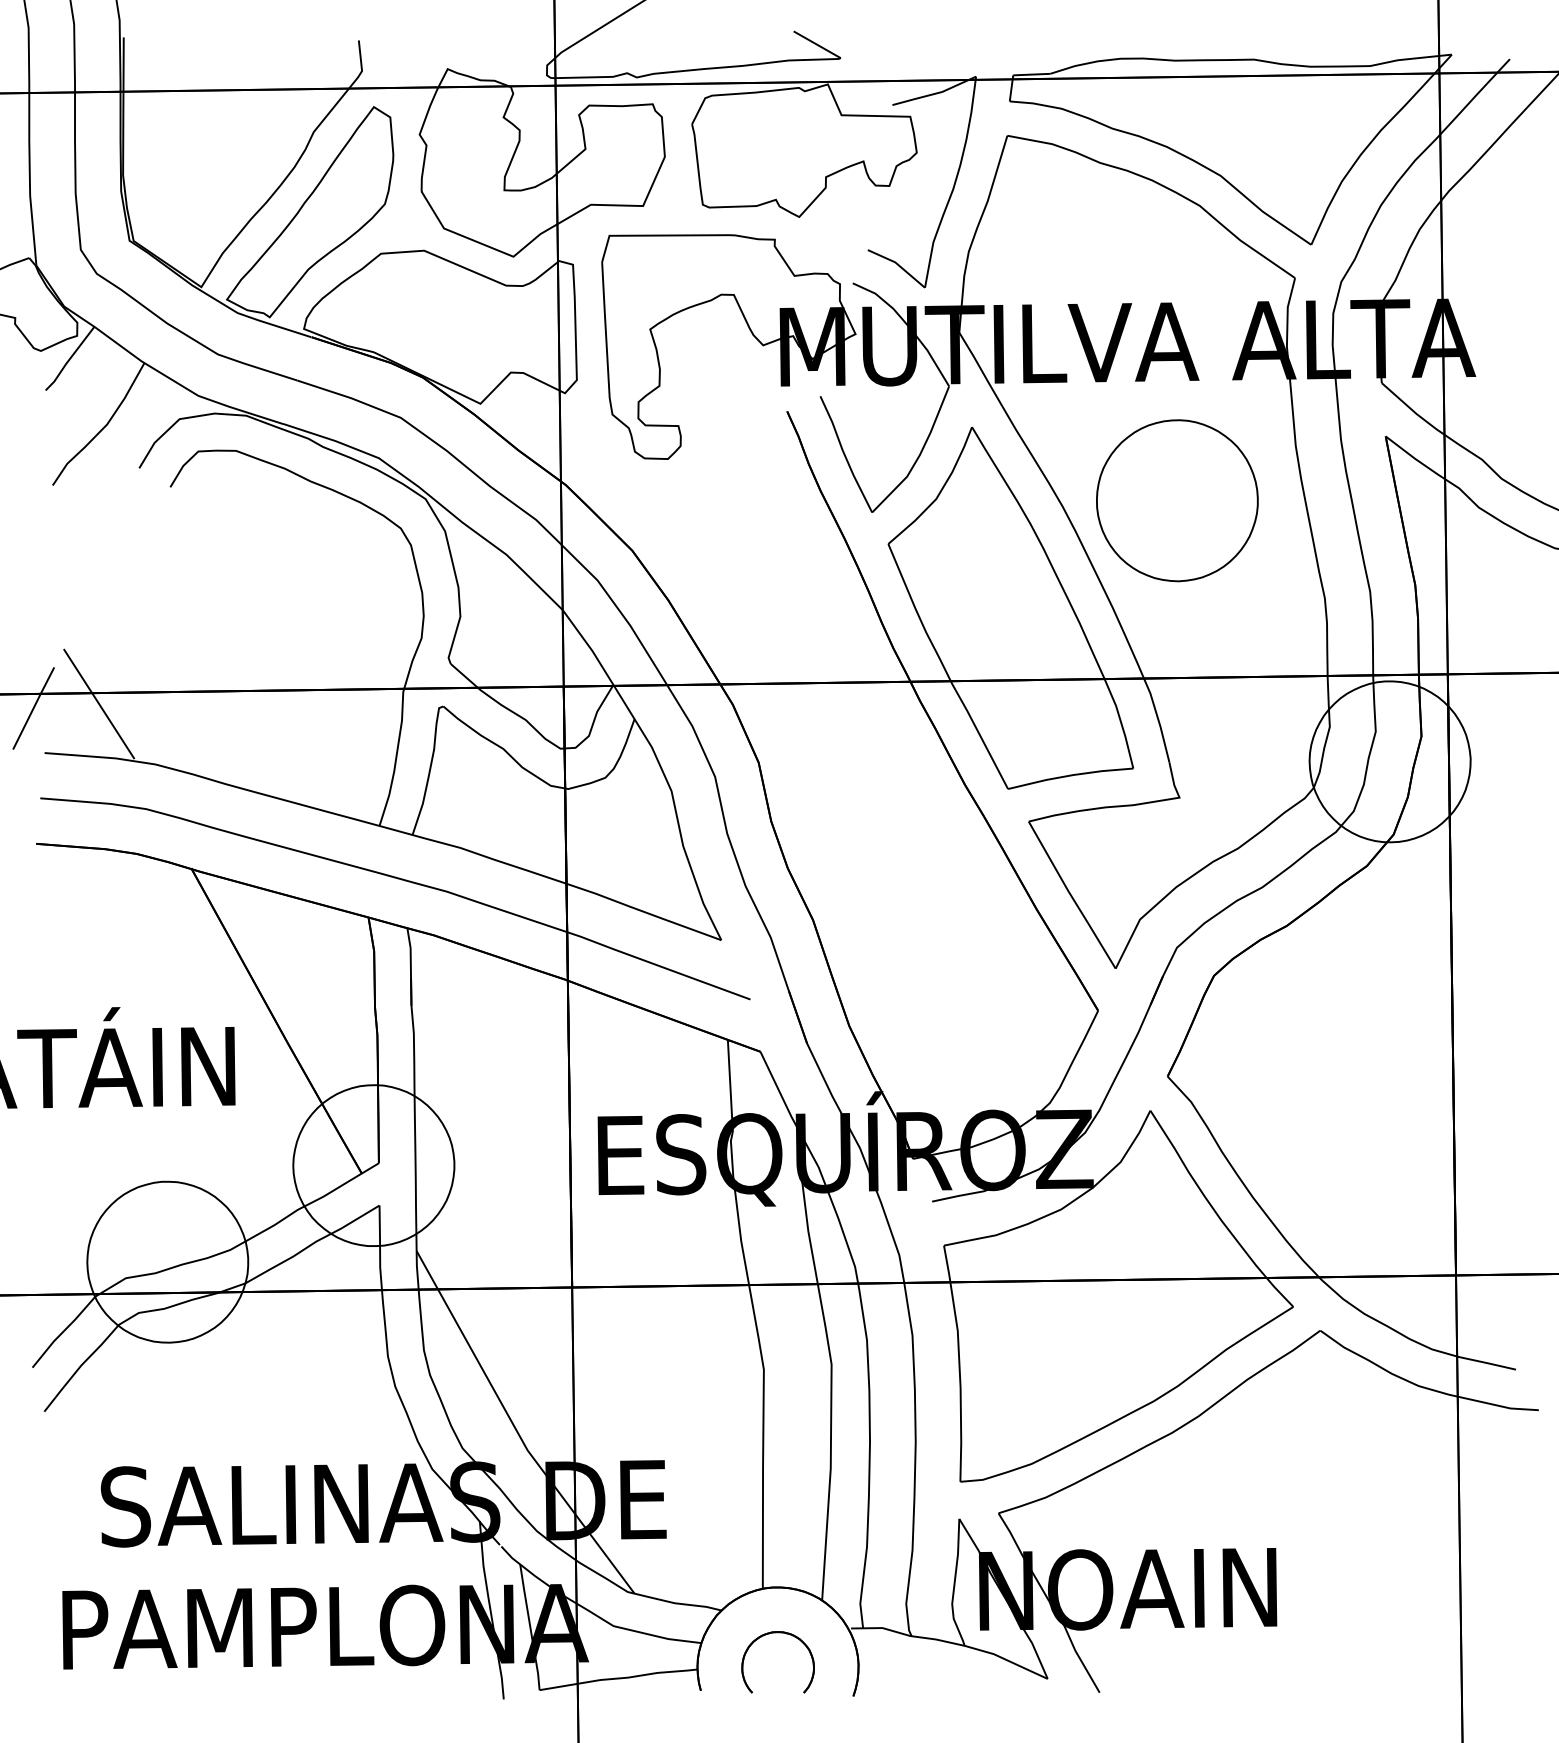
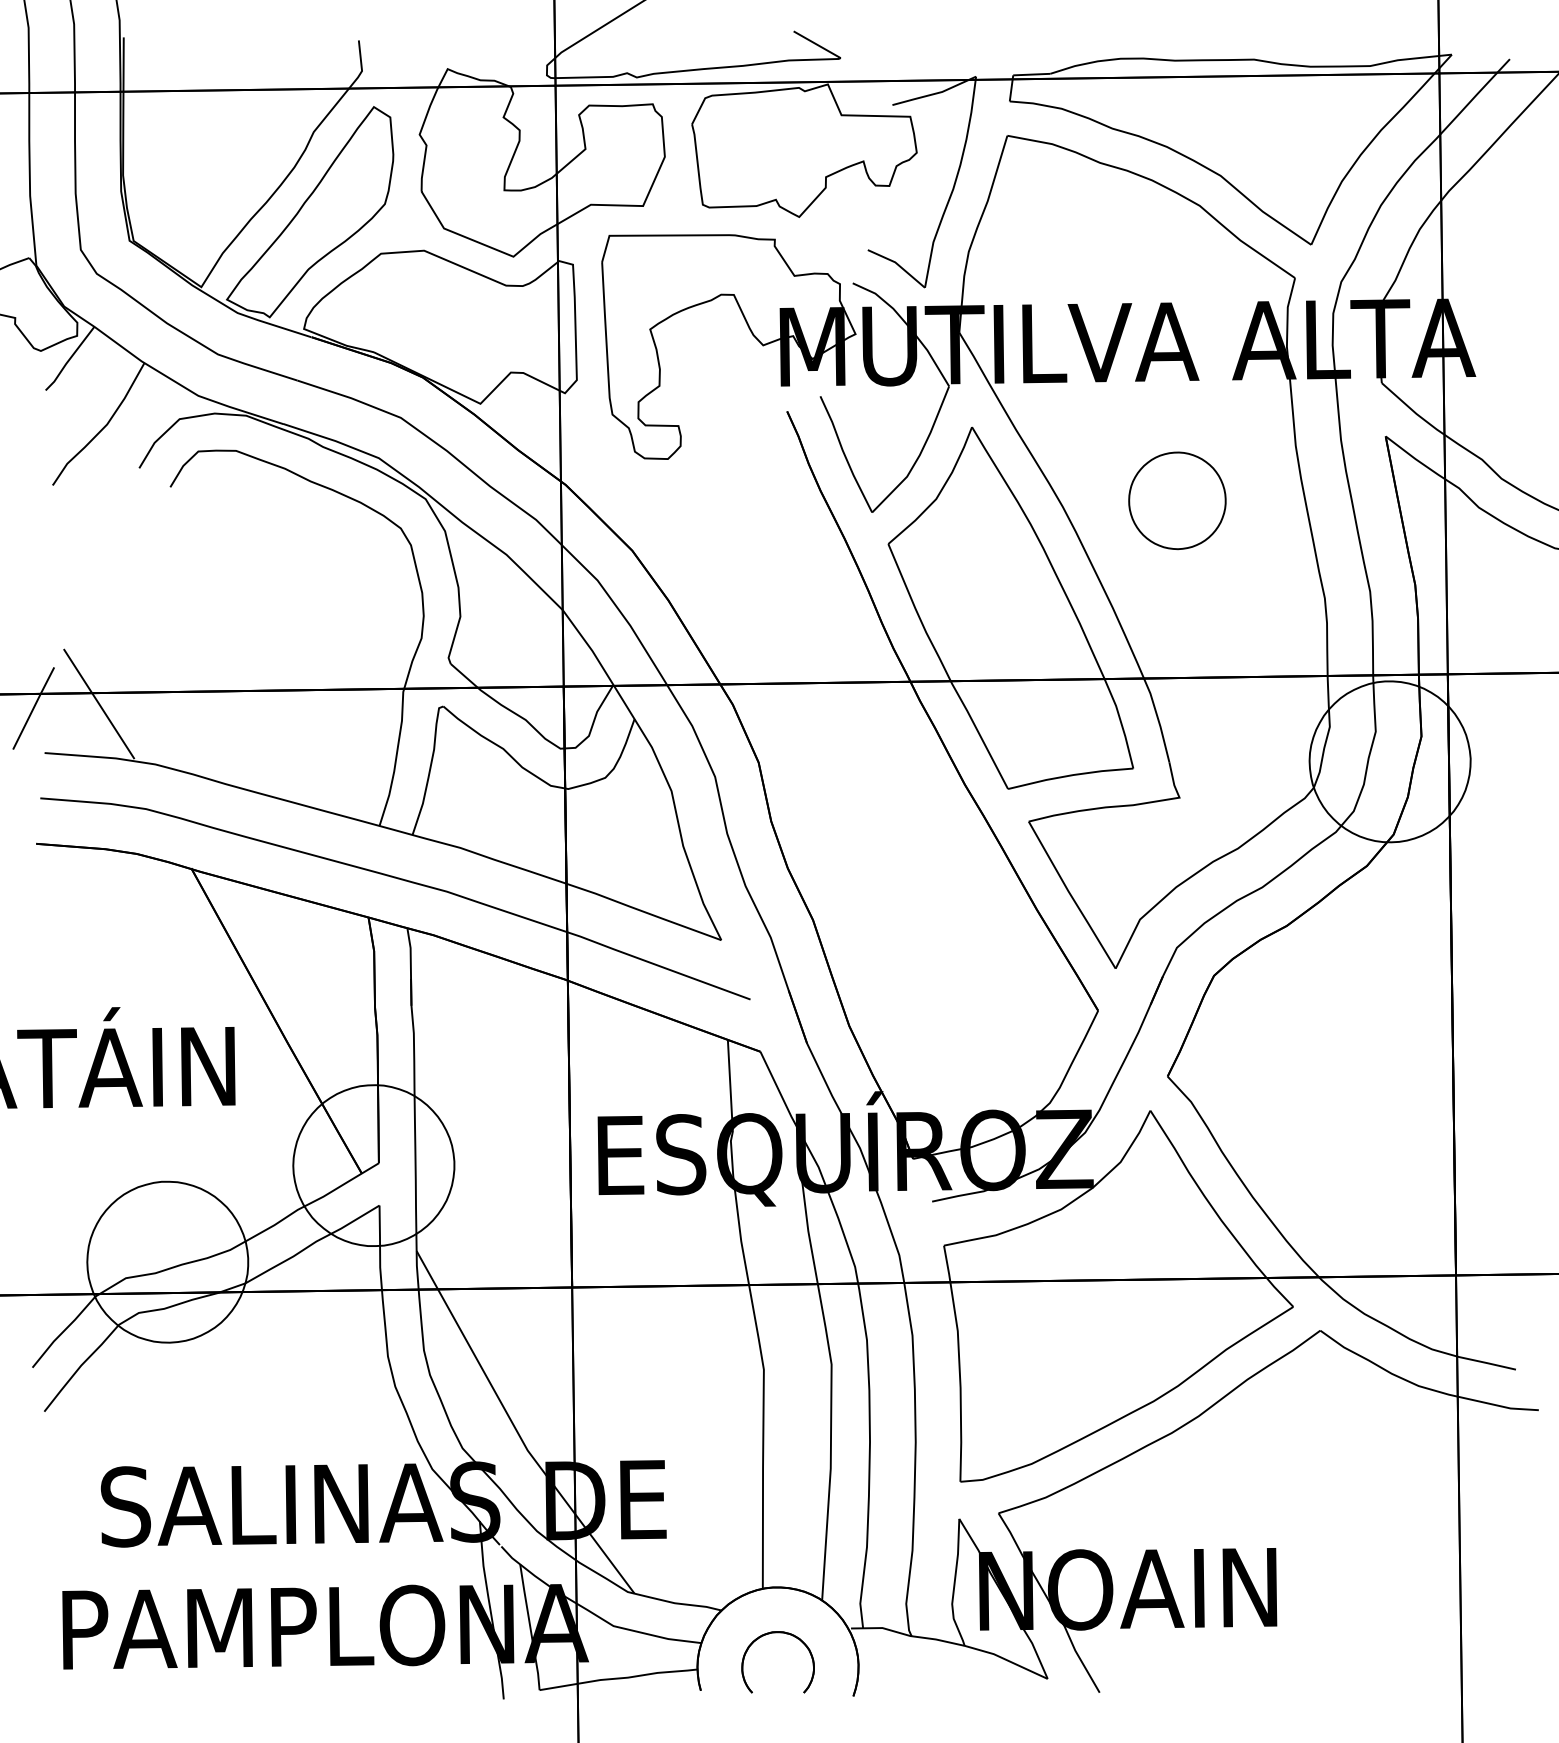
part at (1177, 500) size: 163x164 px -> 99x100 px
